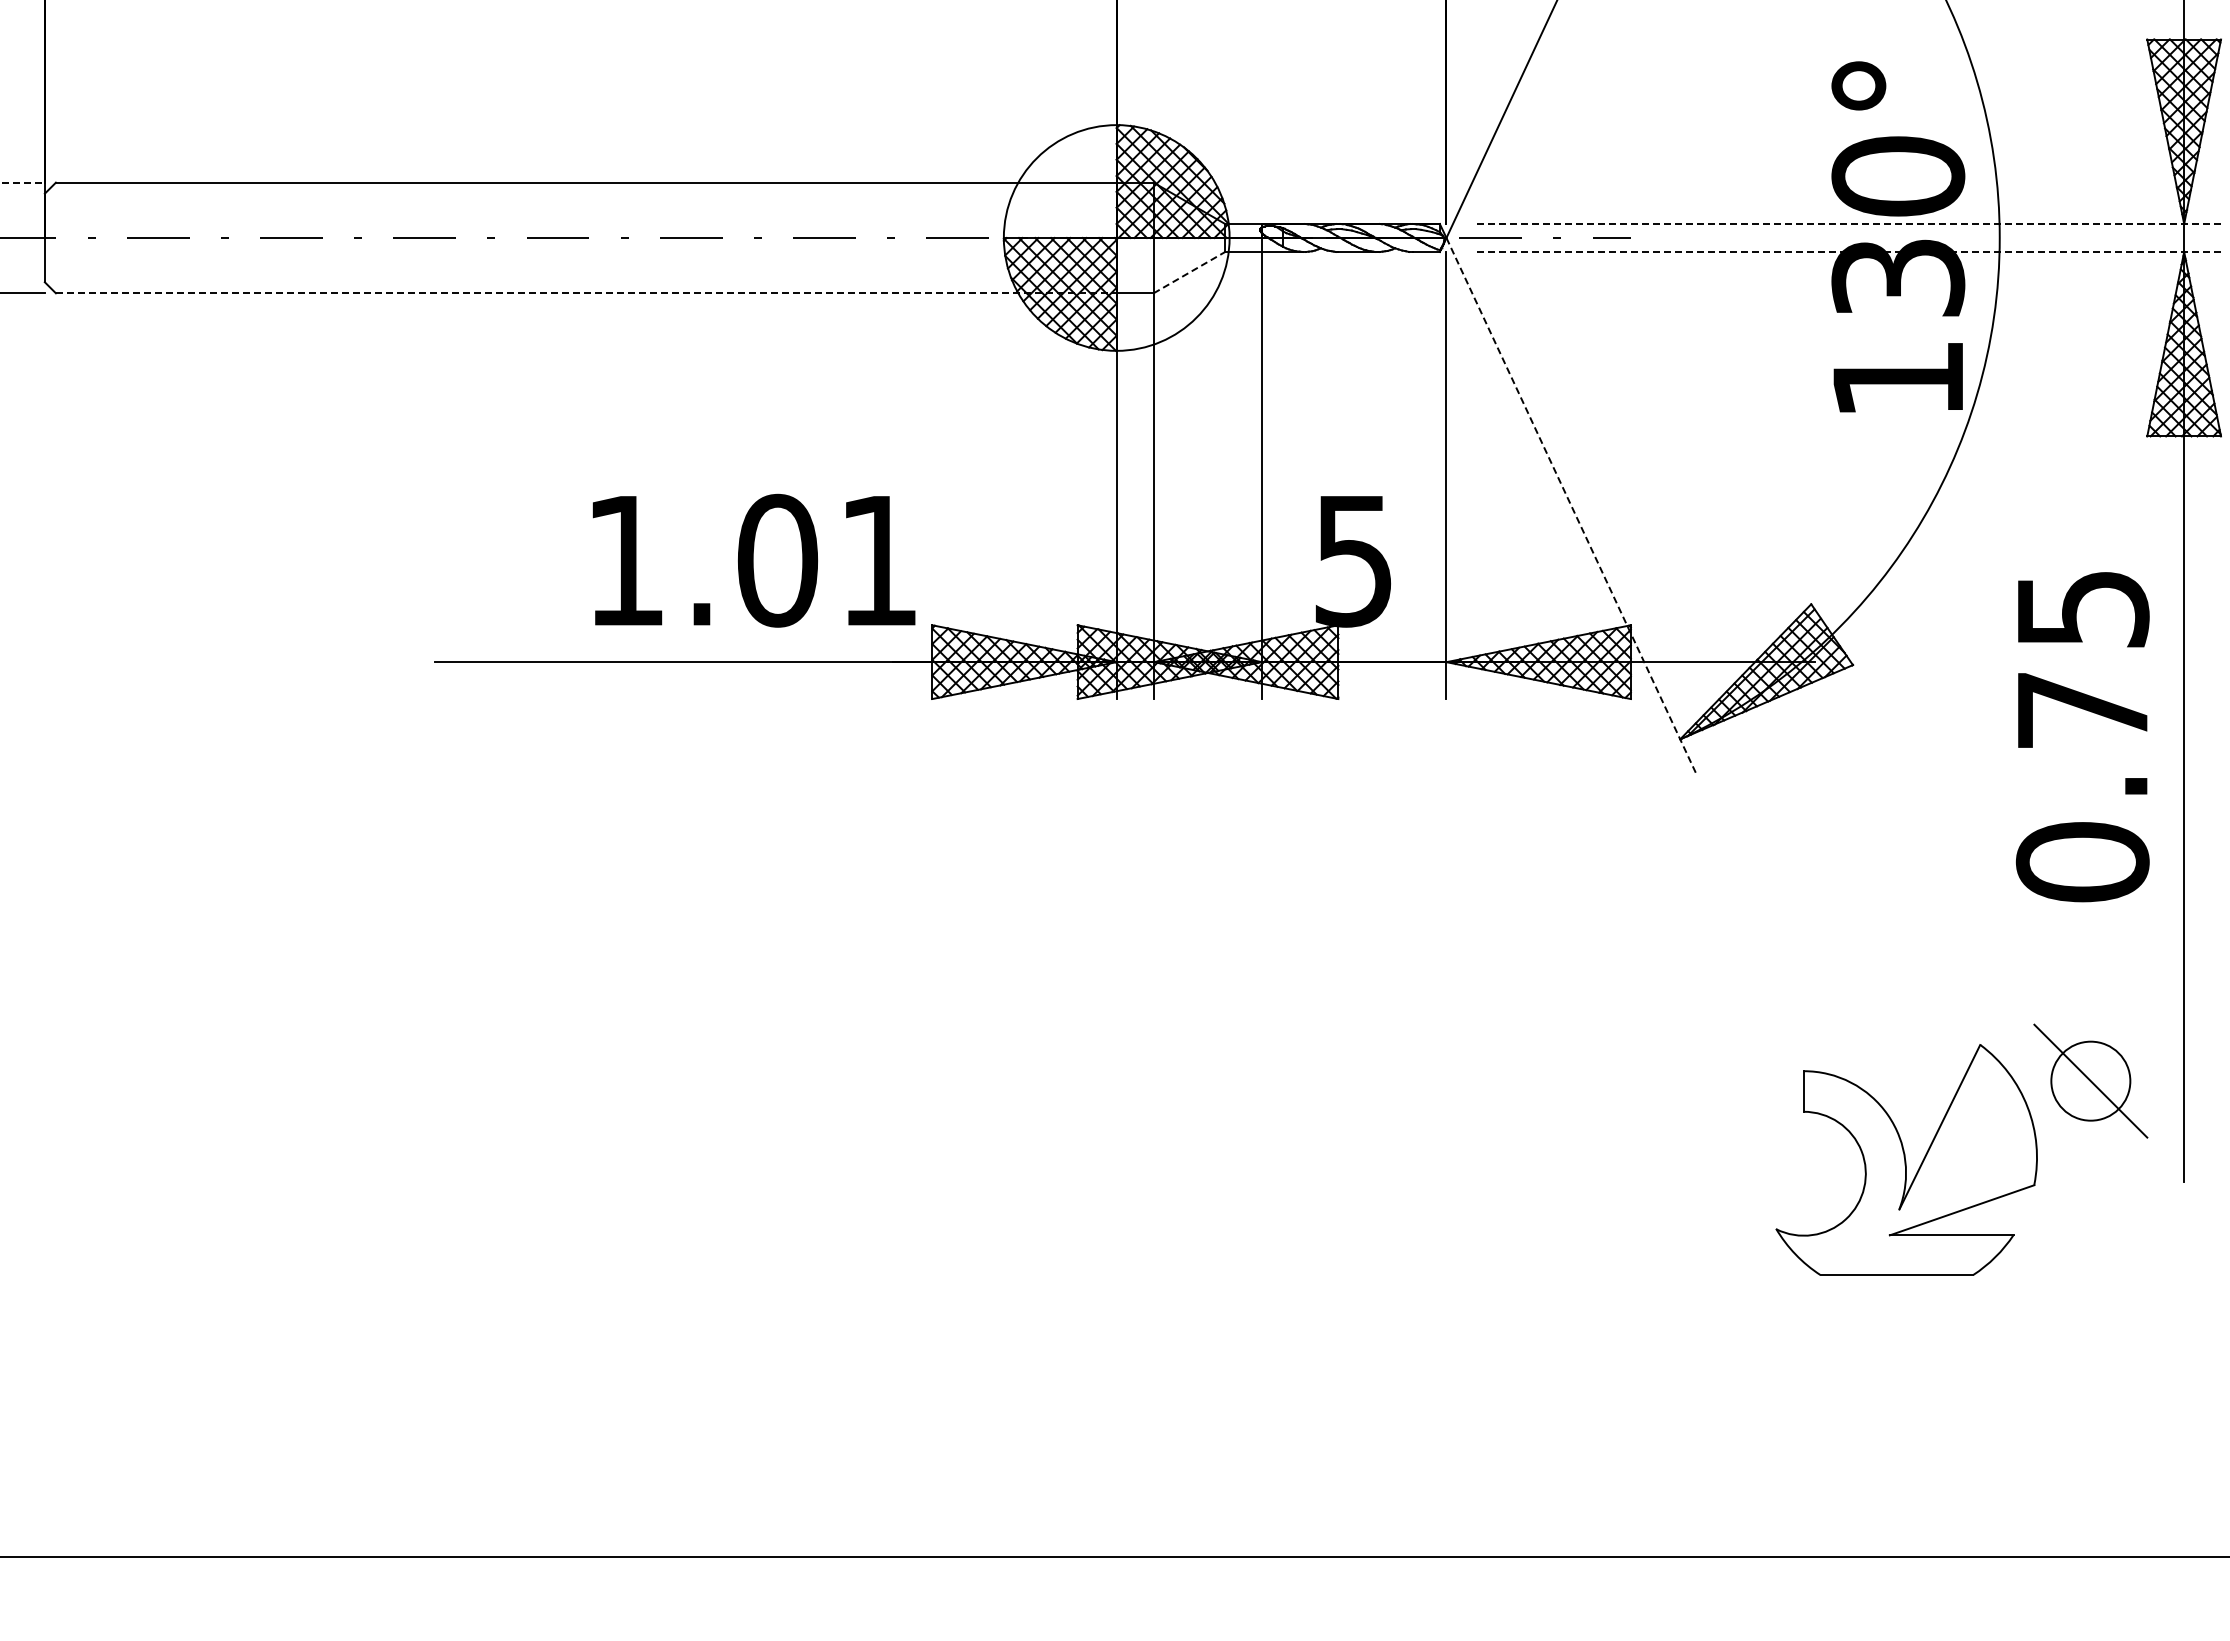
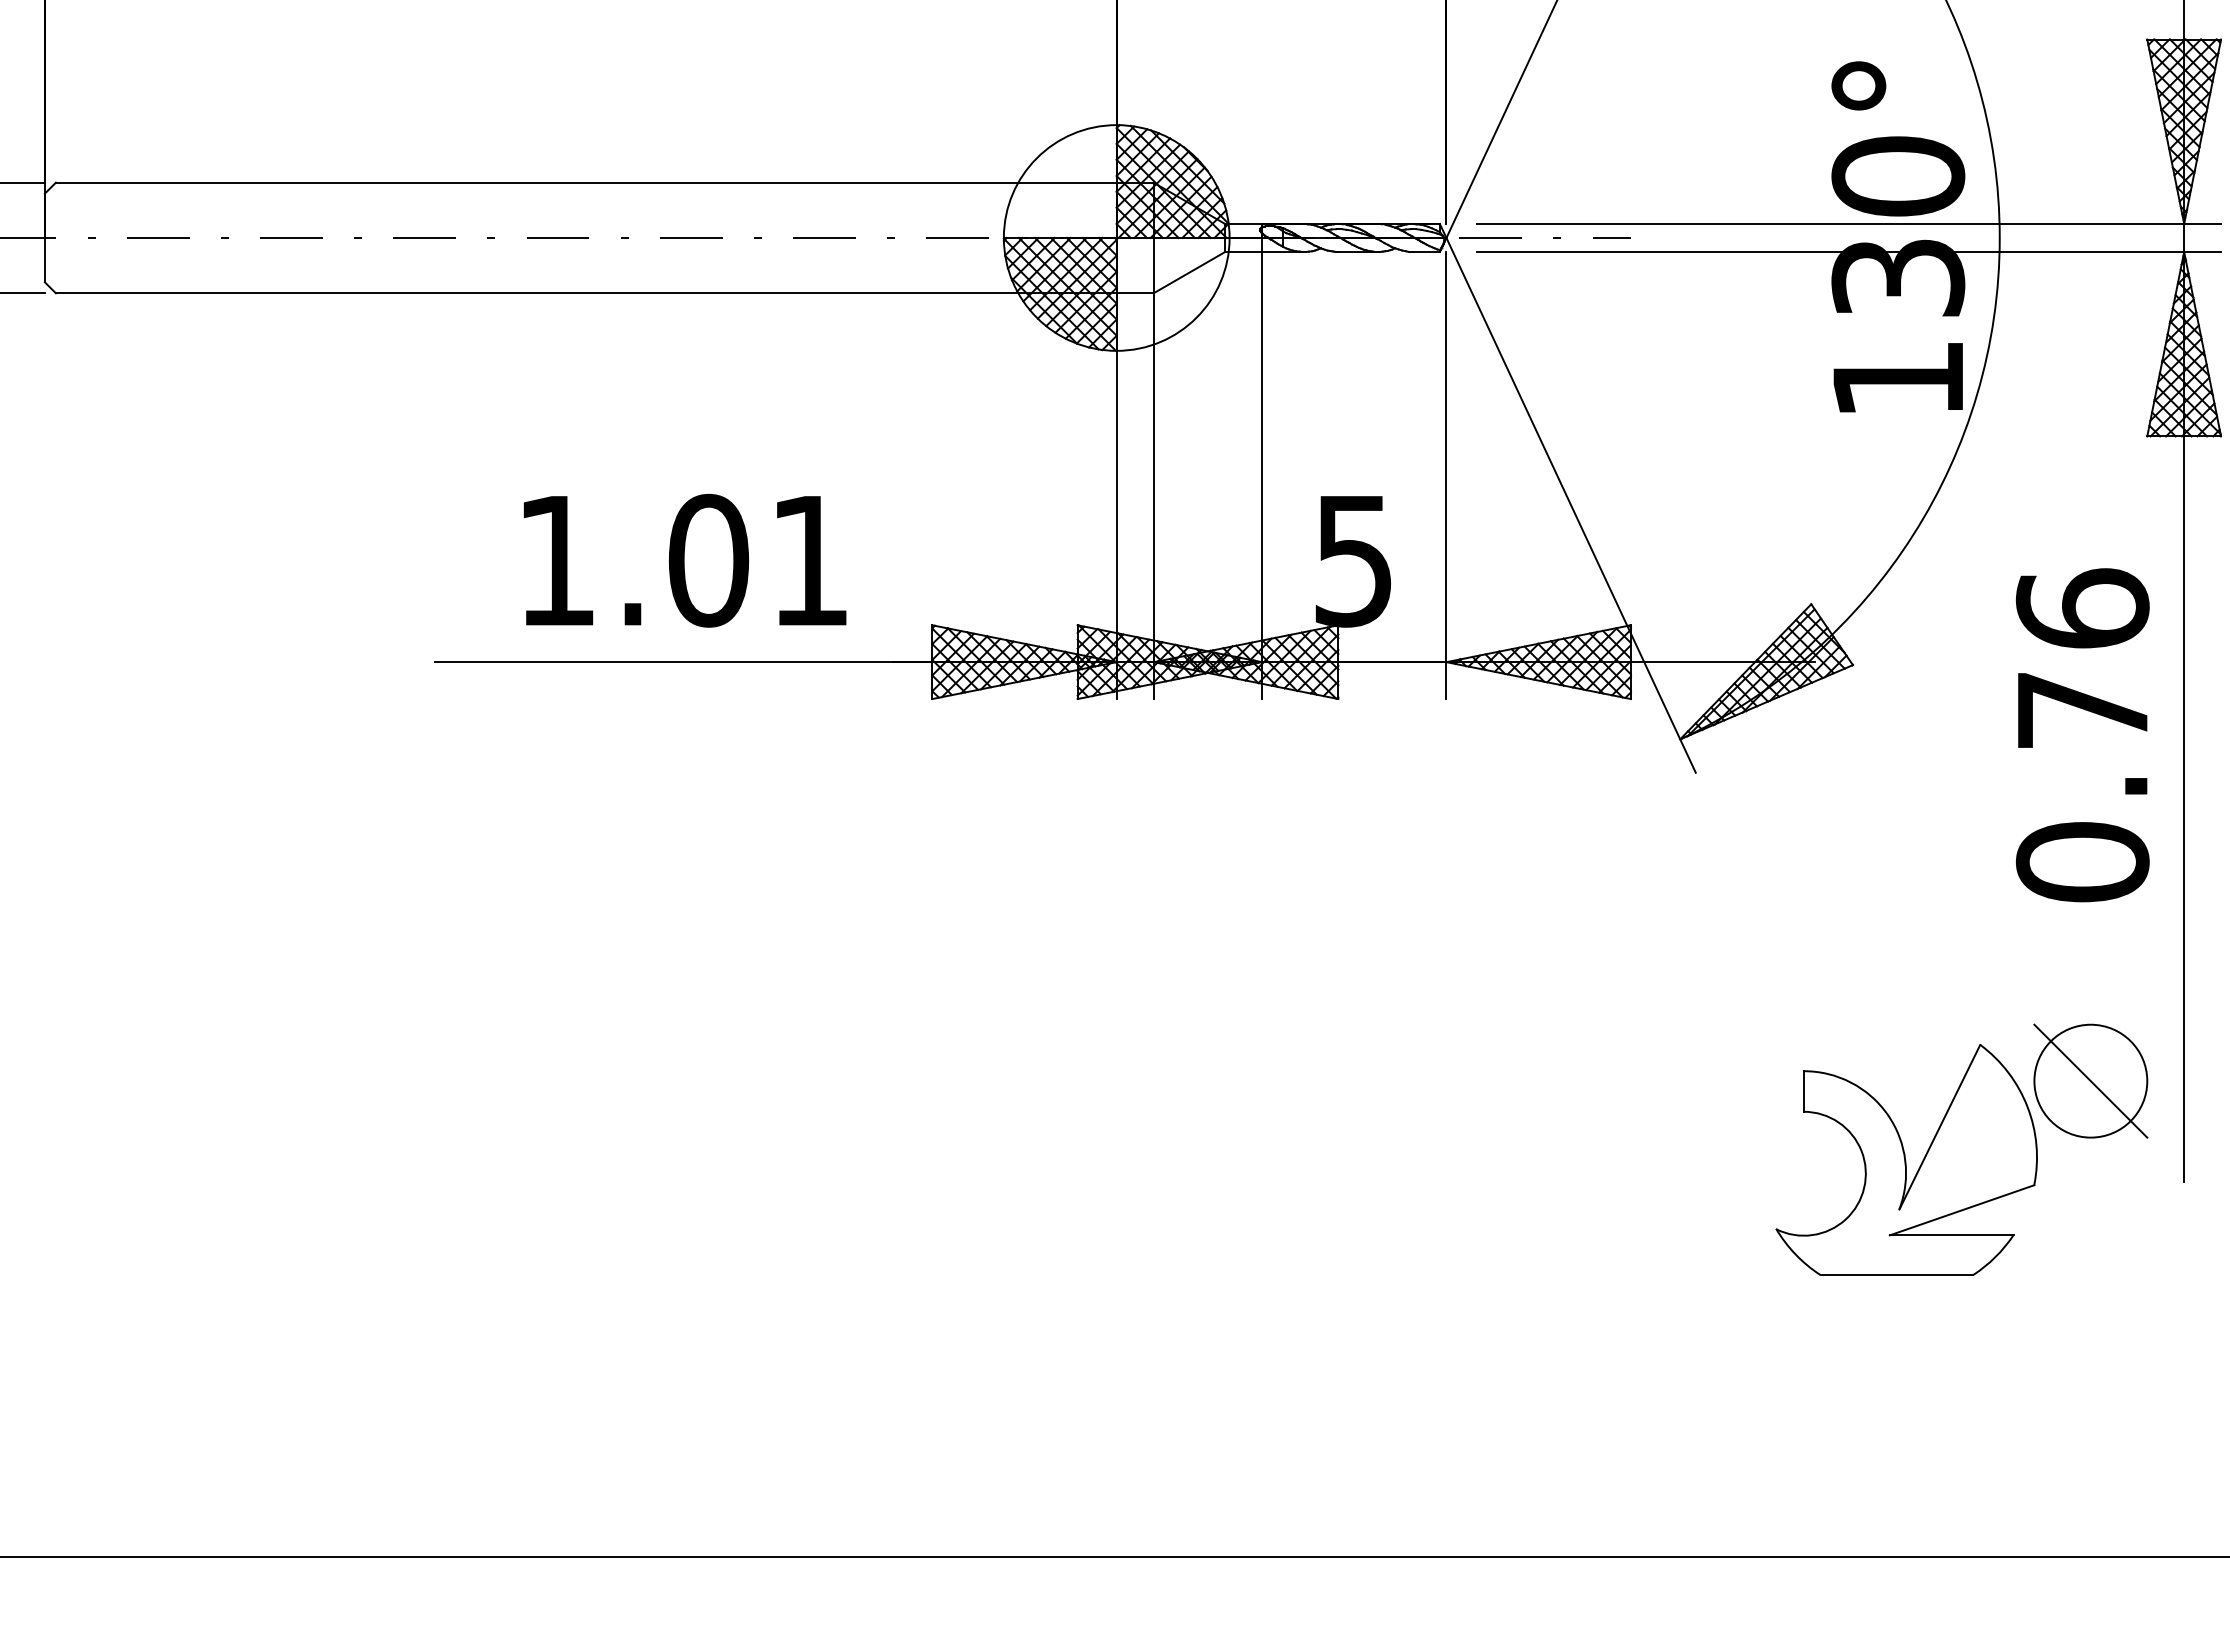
line at (22, 182): dashed -> solid
line at (1848, 223): dashed -> solid
line at (1849, 252): dashed -> solid
line at (1189, 272): dashed -> solid
line at (586, 293): dashed -> solid
line at (1571, 505): dashed -> solid
text at (753, 560) position: (753, 560) -> (684, 560)
text at (2082, 608): 0.75 -> 0.76
circle at (2090, 1080) diameter: 79 px -> 113 px
